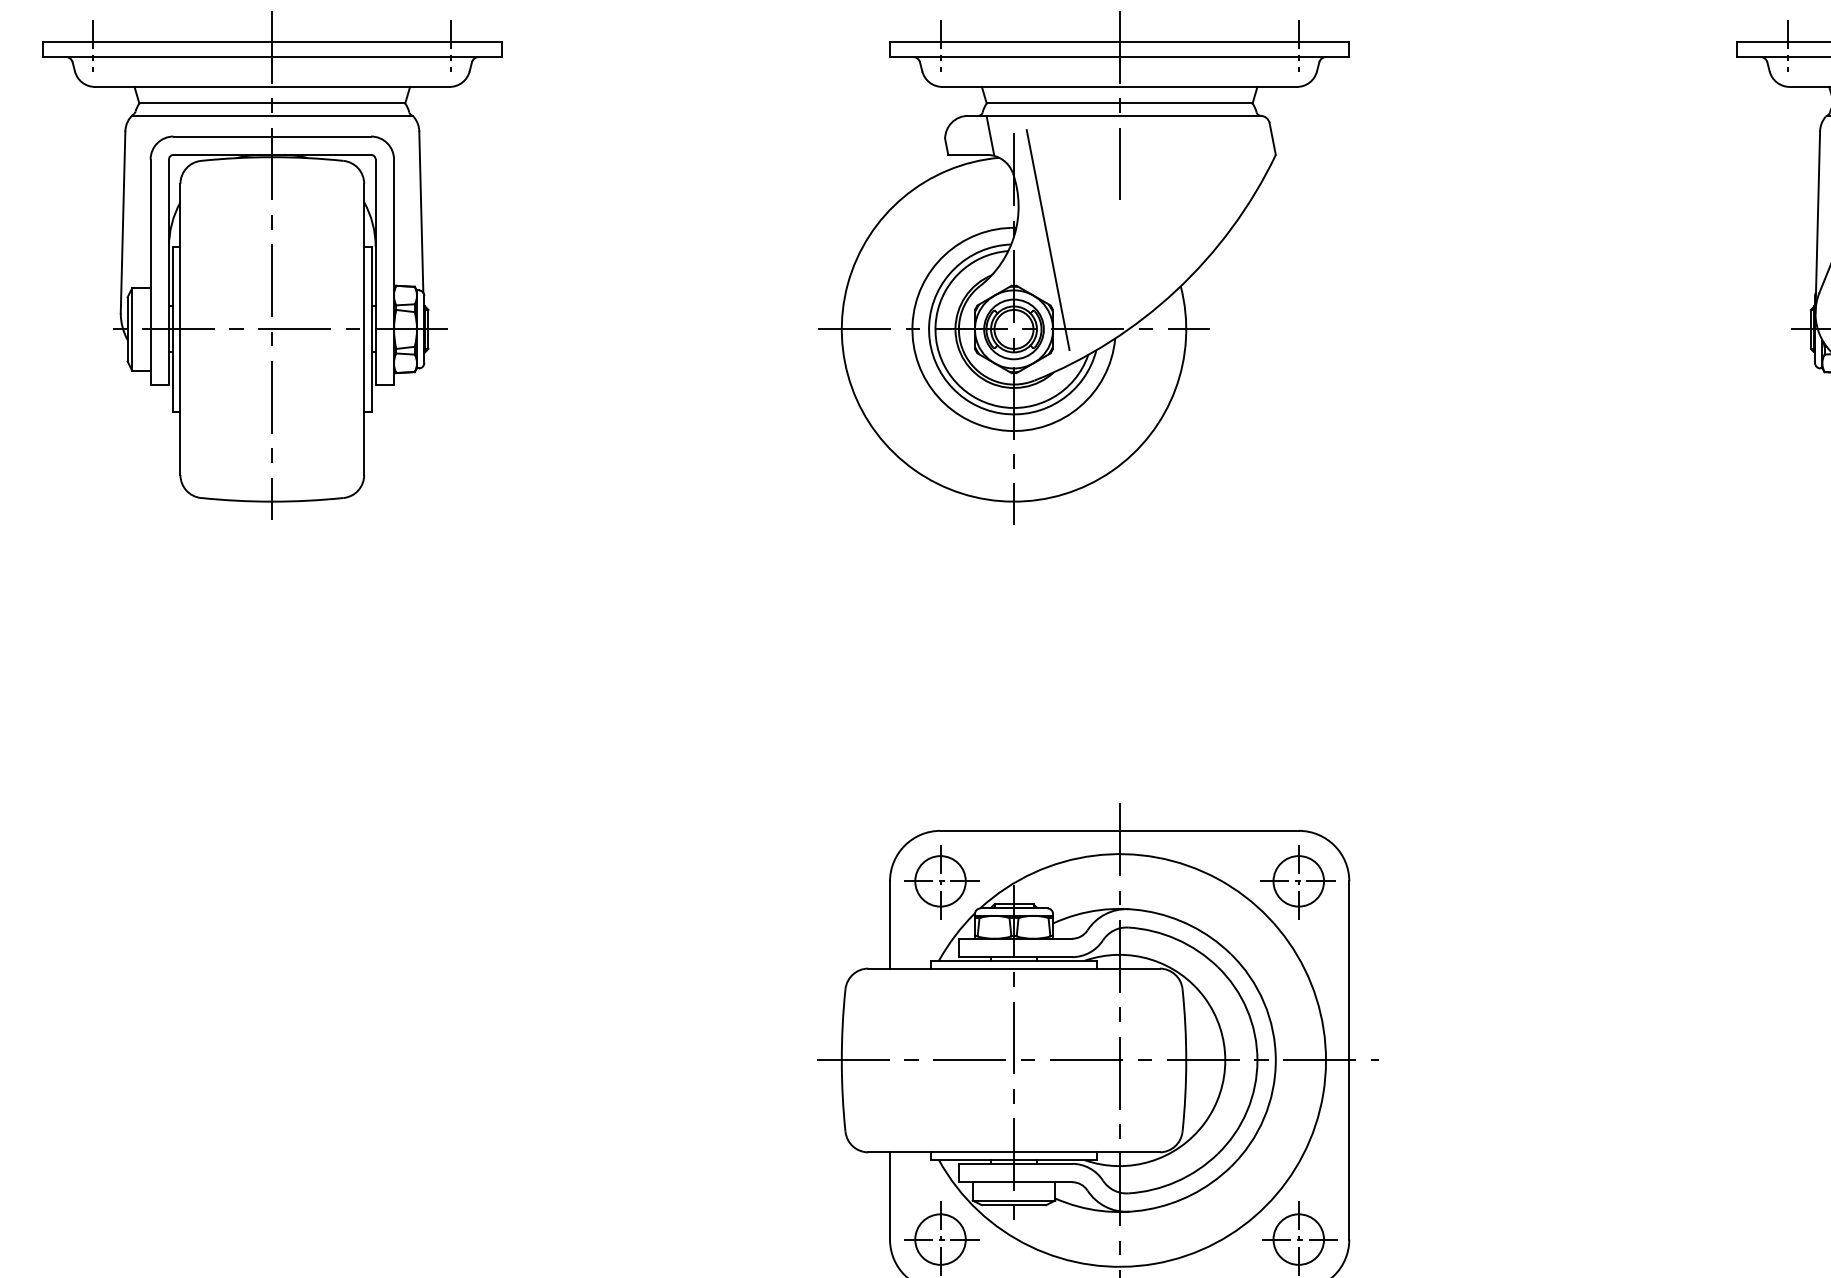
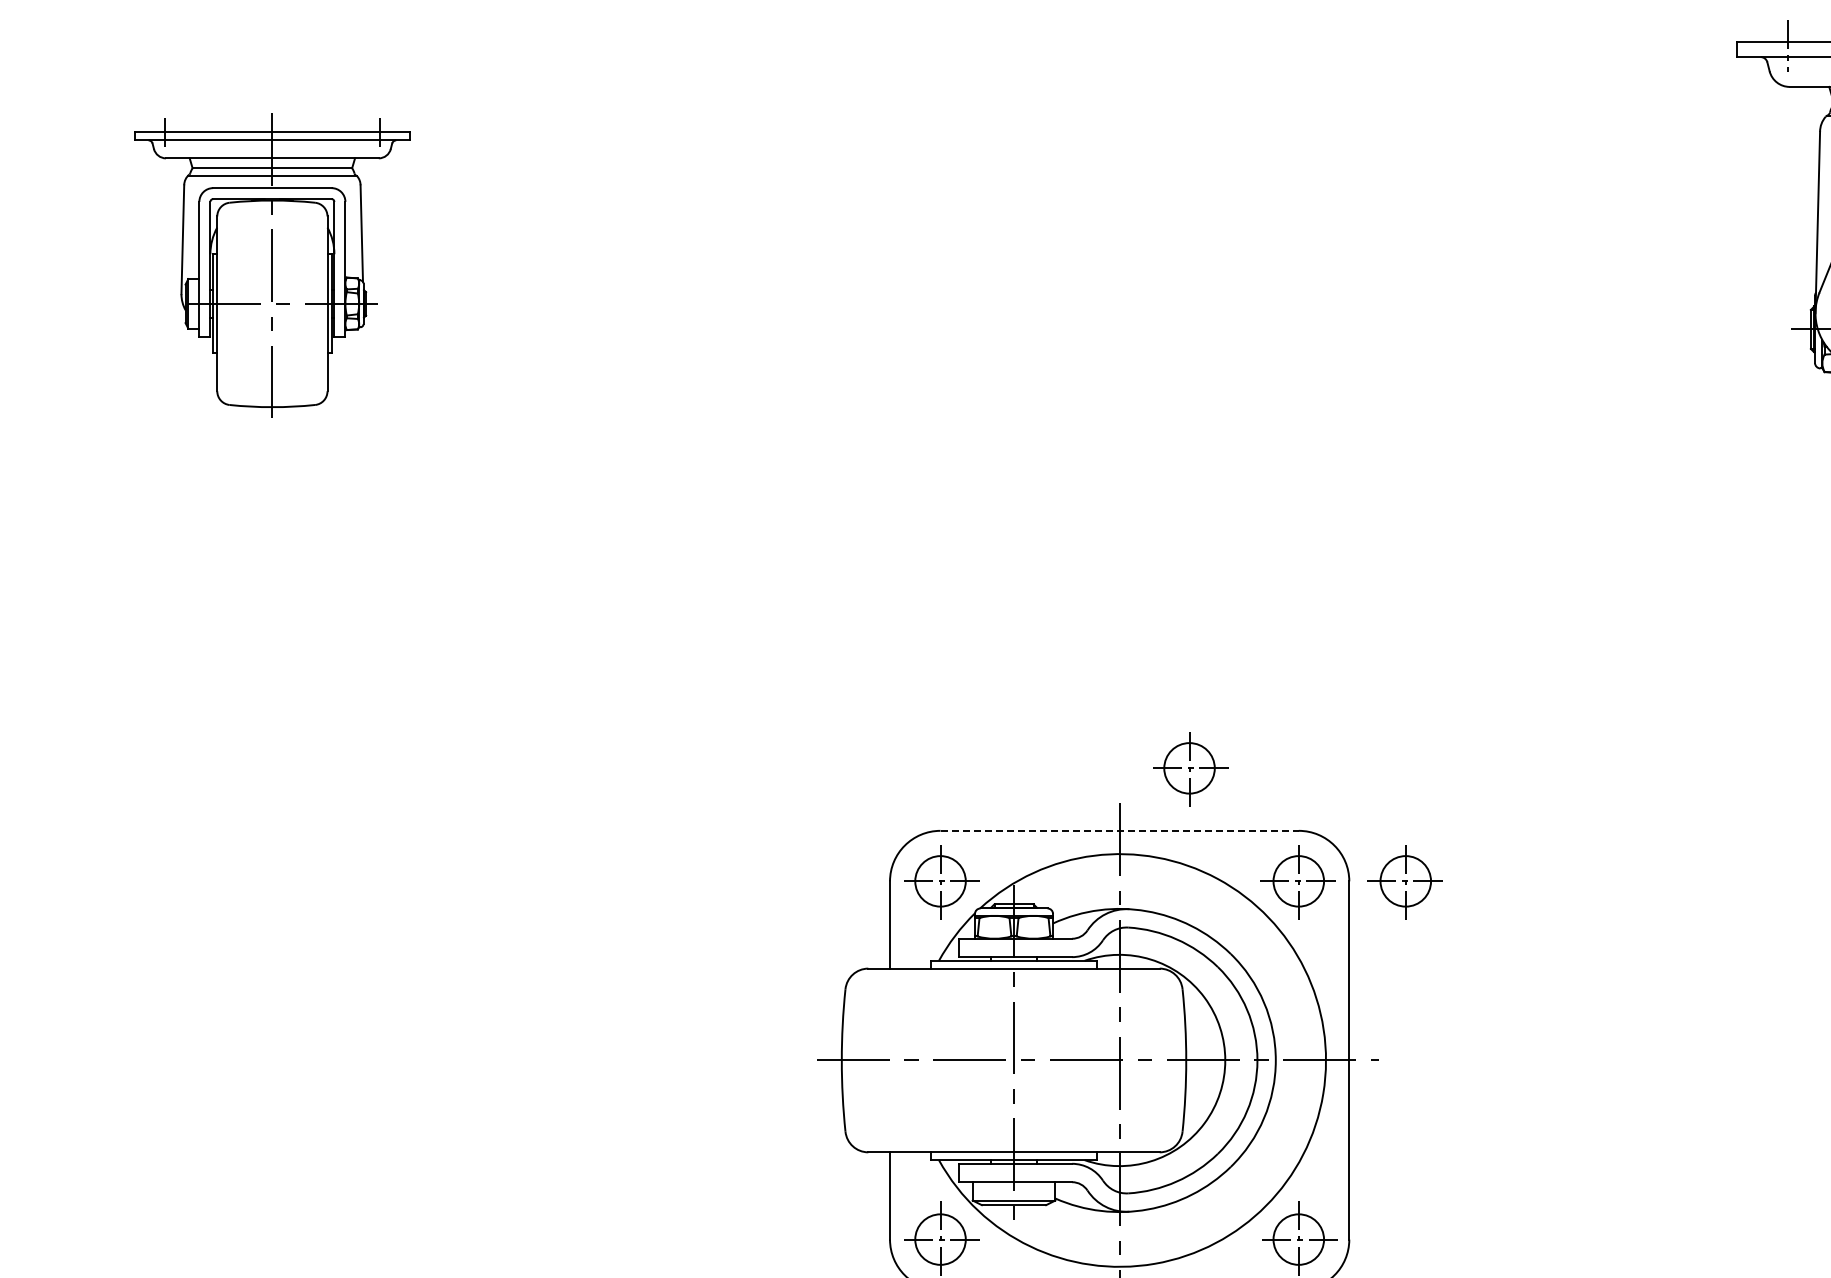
part at (272, 265) size: 461x509 px -> 277x305 px
part at (1083, 267): present -> none
part at (1190, 769): none -> present
line at (1120, 830): solid -> dashed
part at (1404, 882): none -> present
